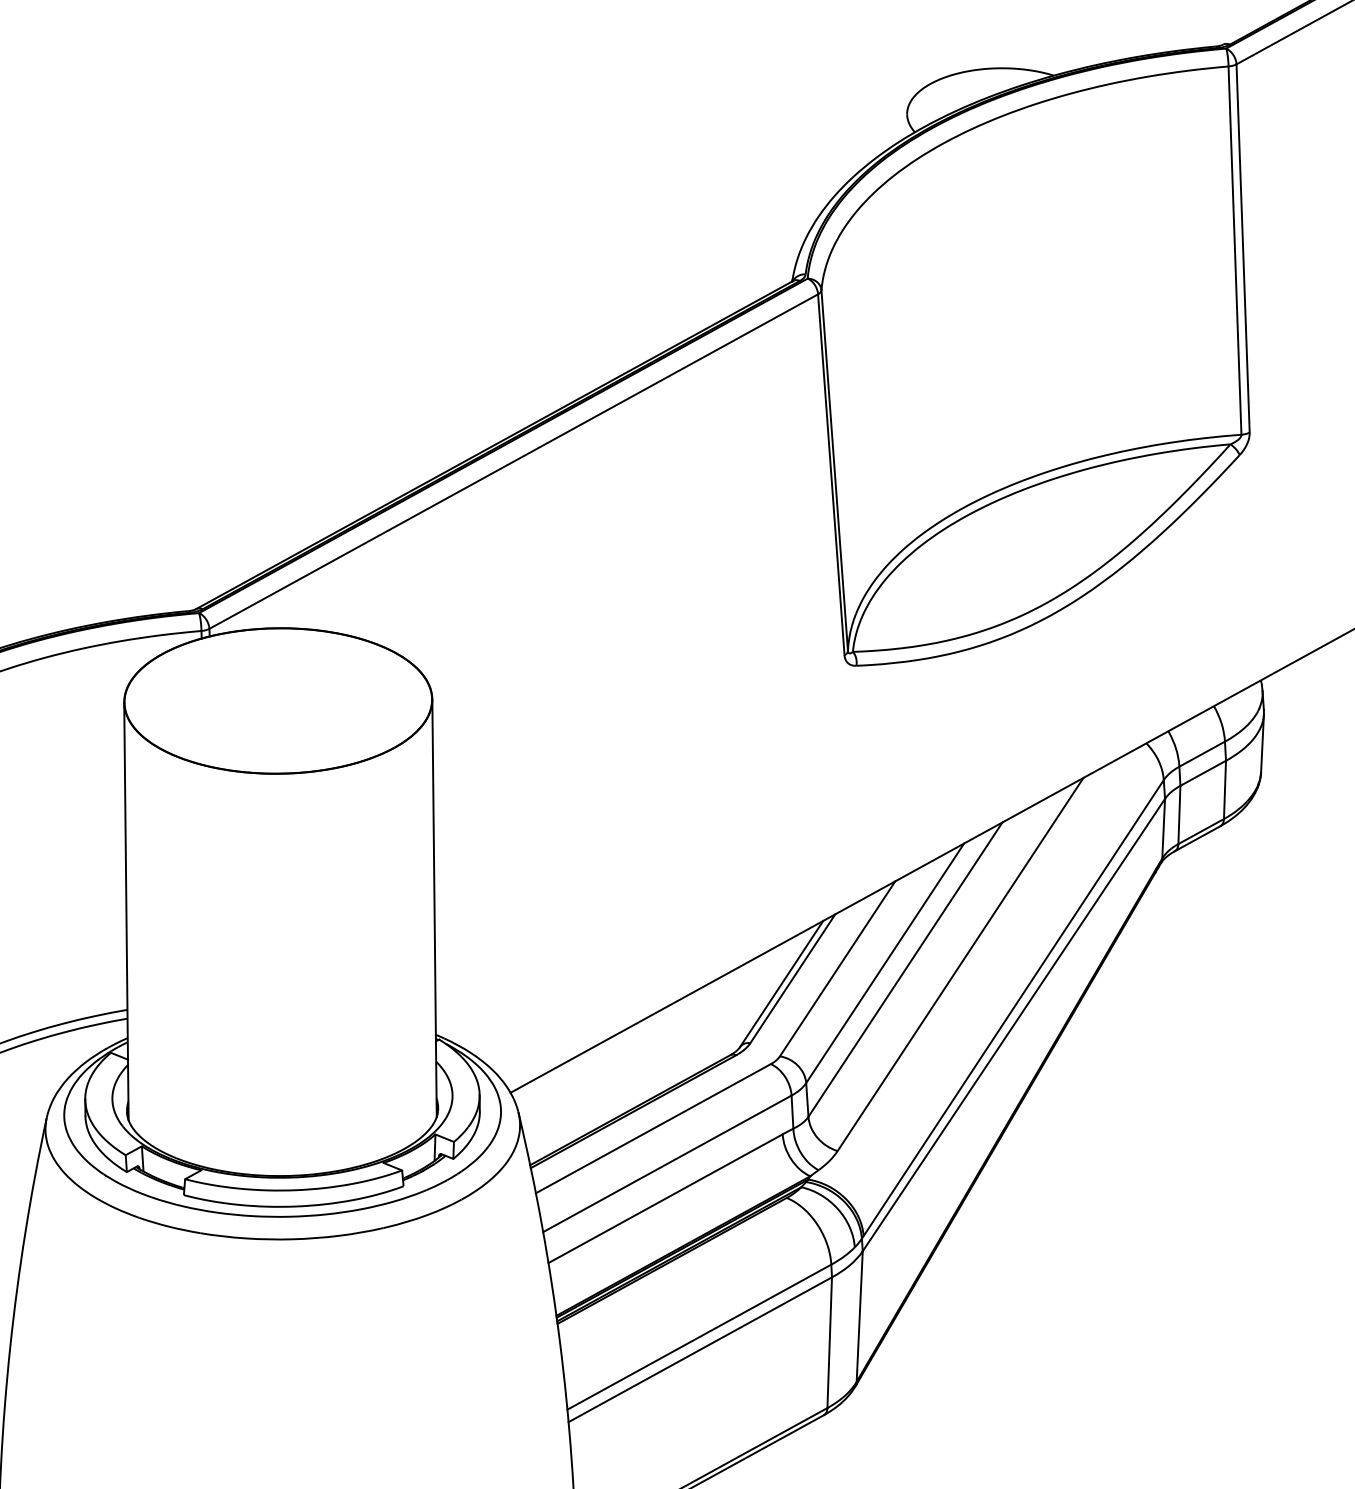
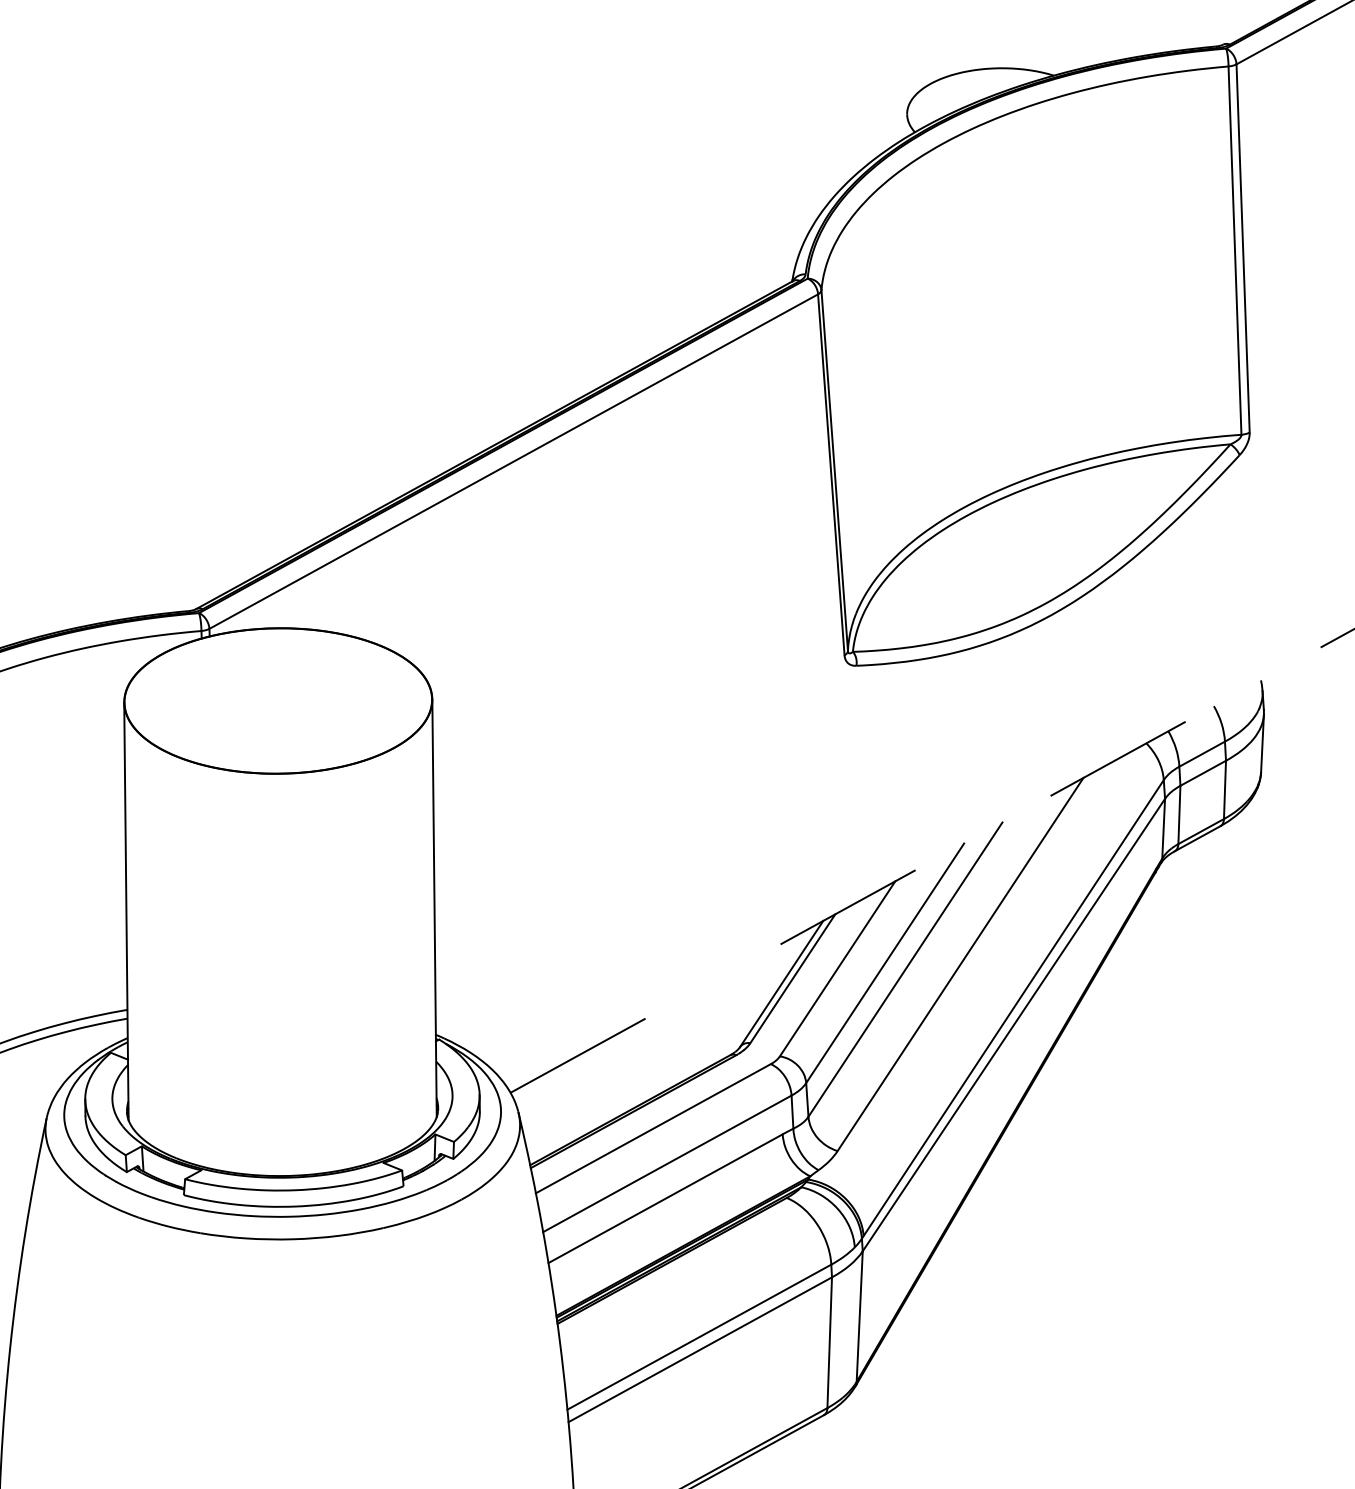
line at (932, 860): solid -> dashed
